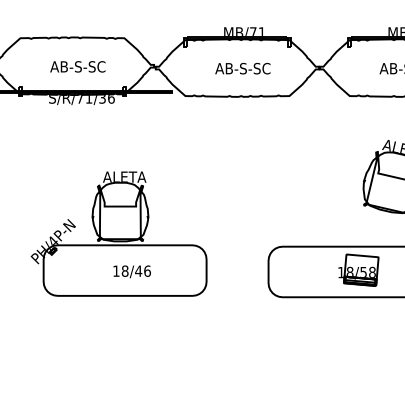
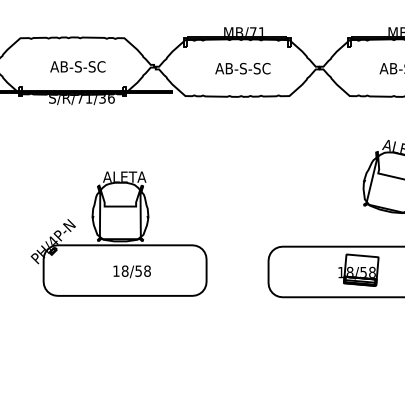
text at (142, 270): 18/46 -> 18/58
